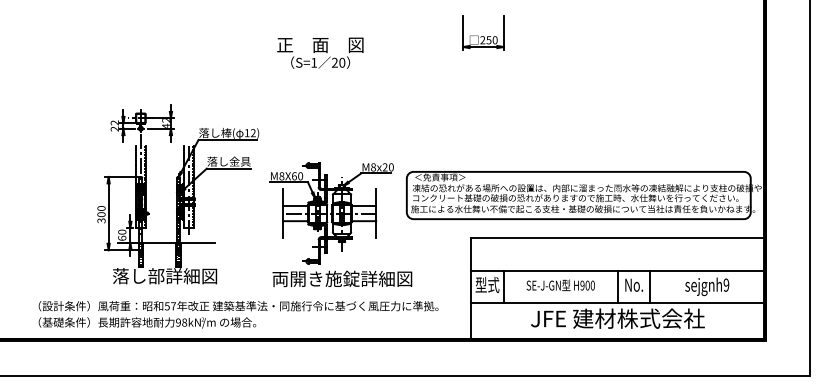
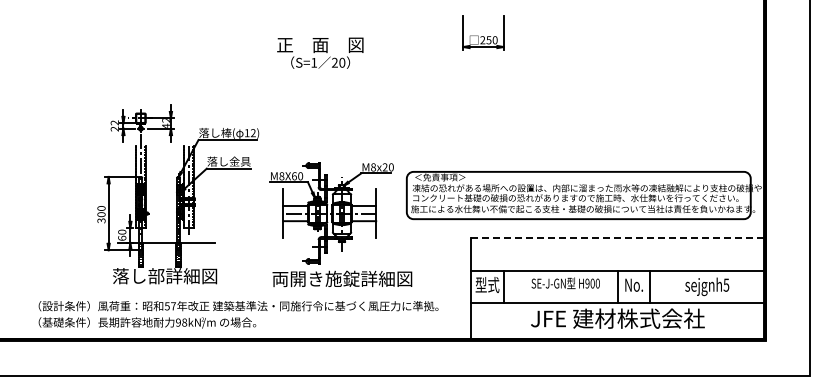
line at (617, 238): solid -> dashed
text at (726, 284): sejgnh9 -> sejgnh5
text at (560, 285) position: (560, 285) -> (565, 283)
